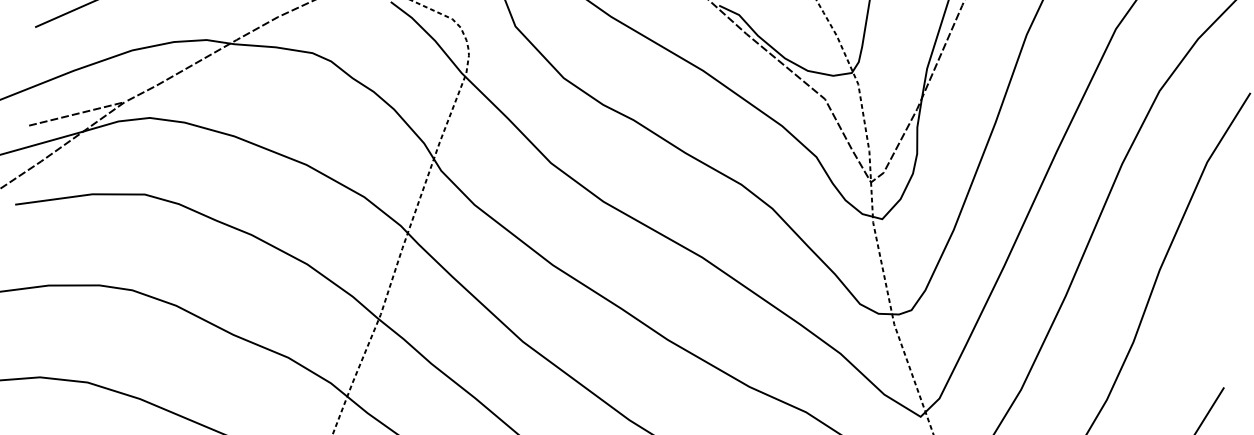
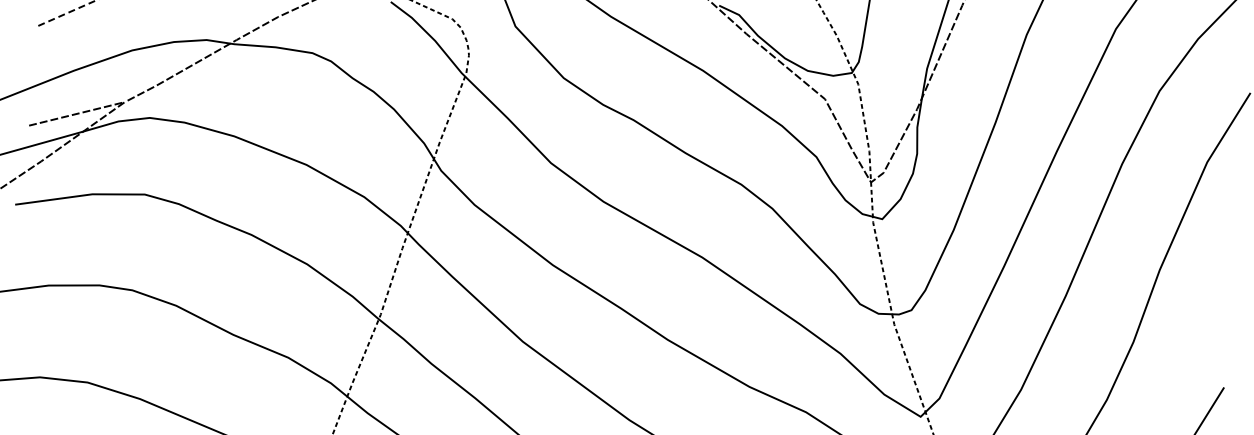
line at (66, 13): solid -> dashed
